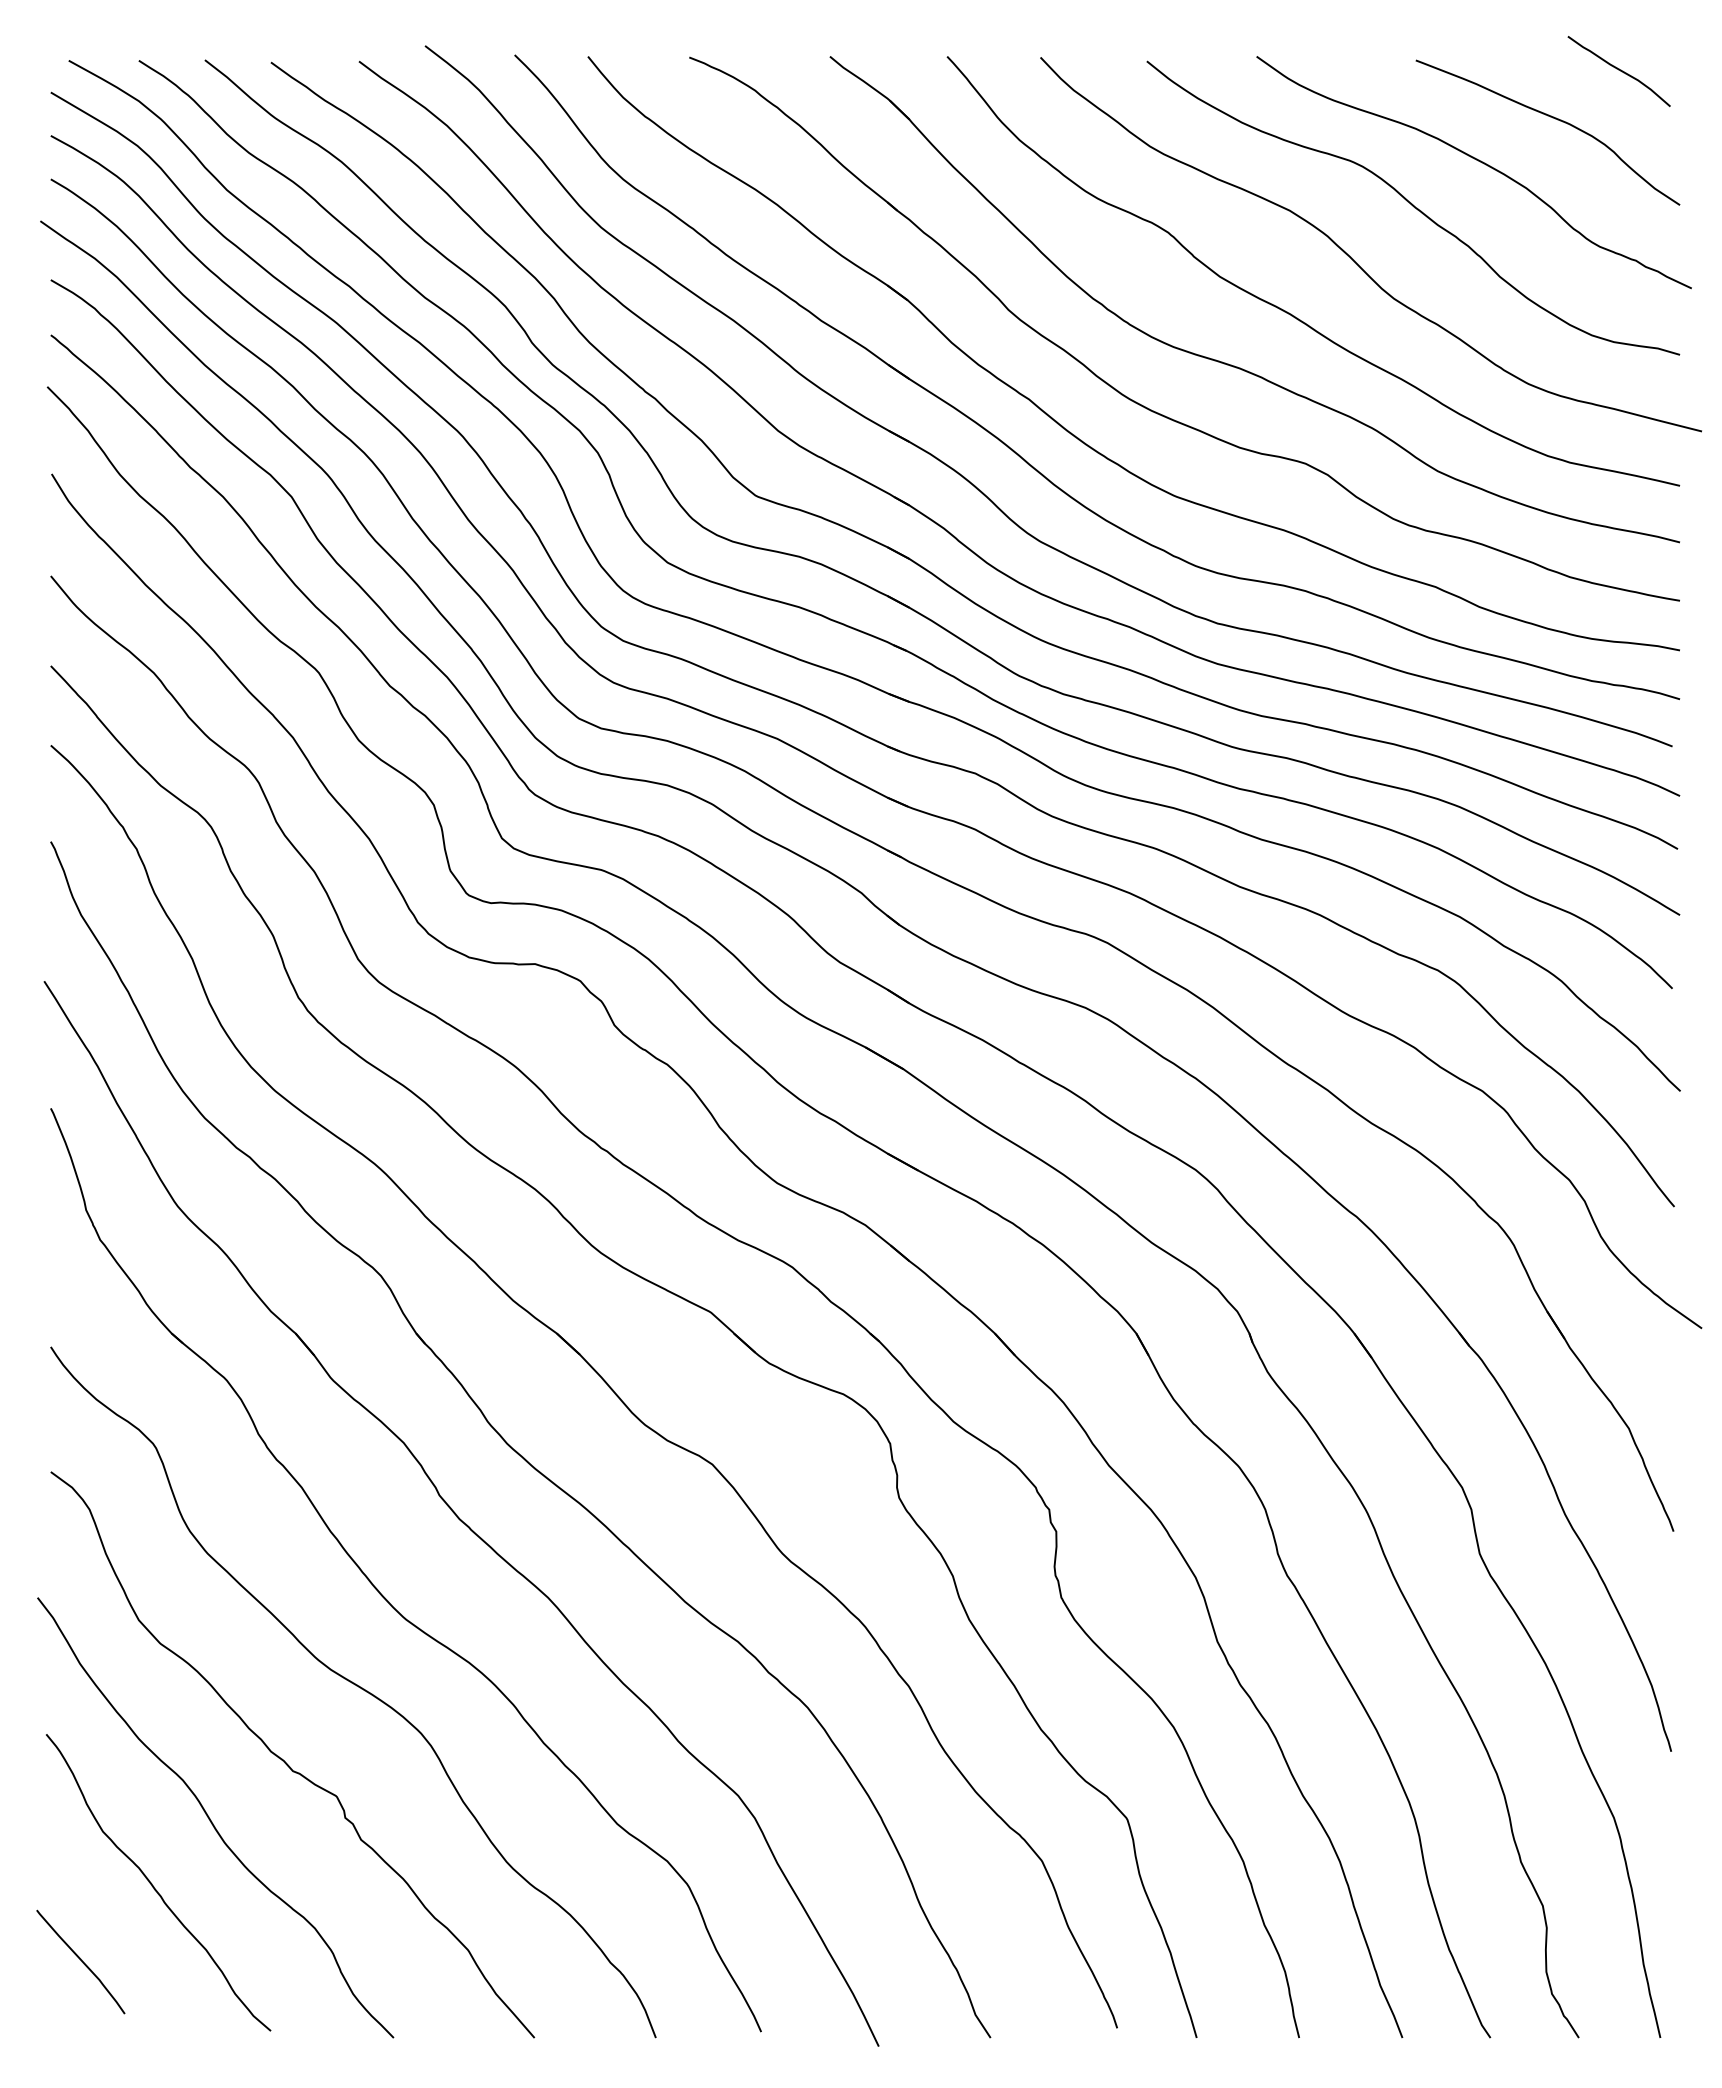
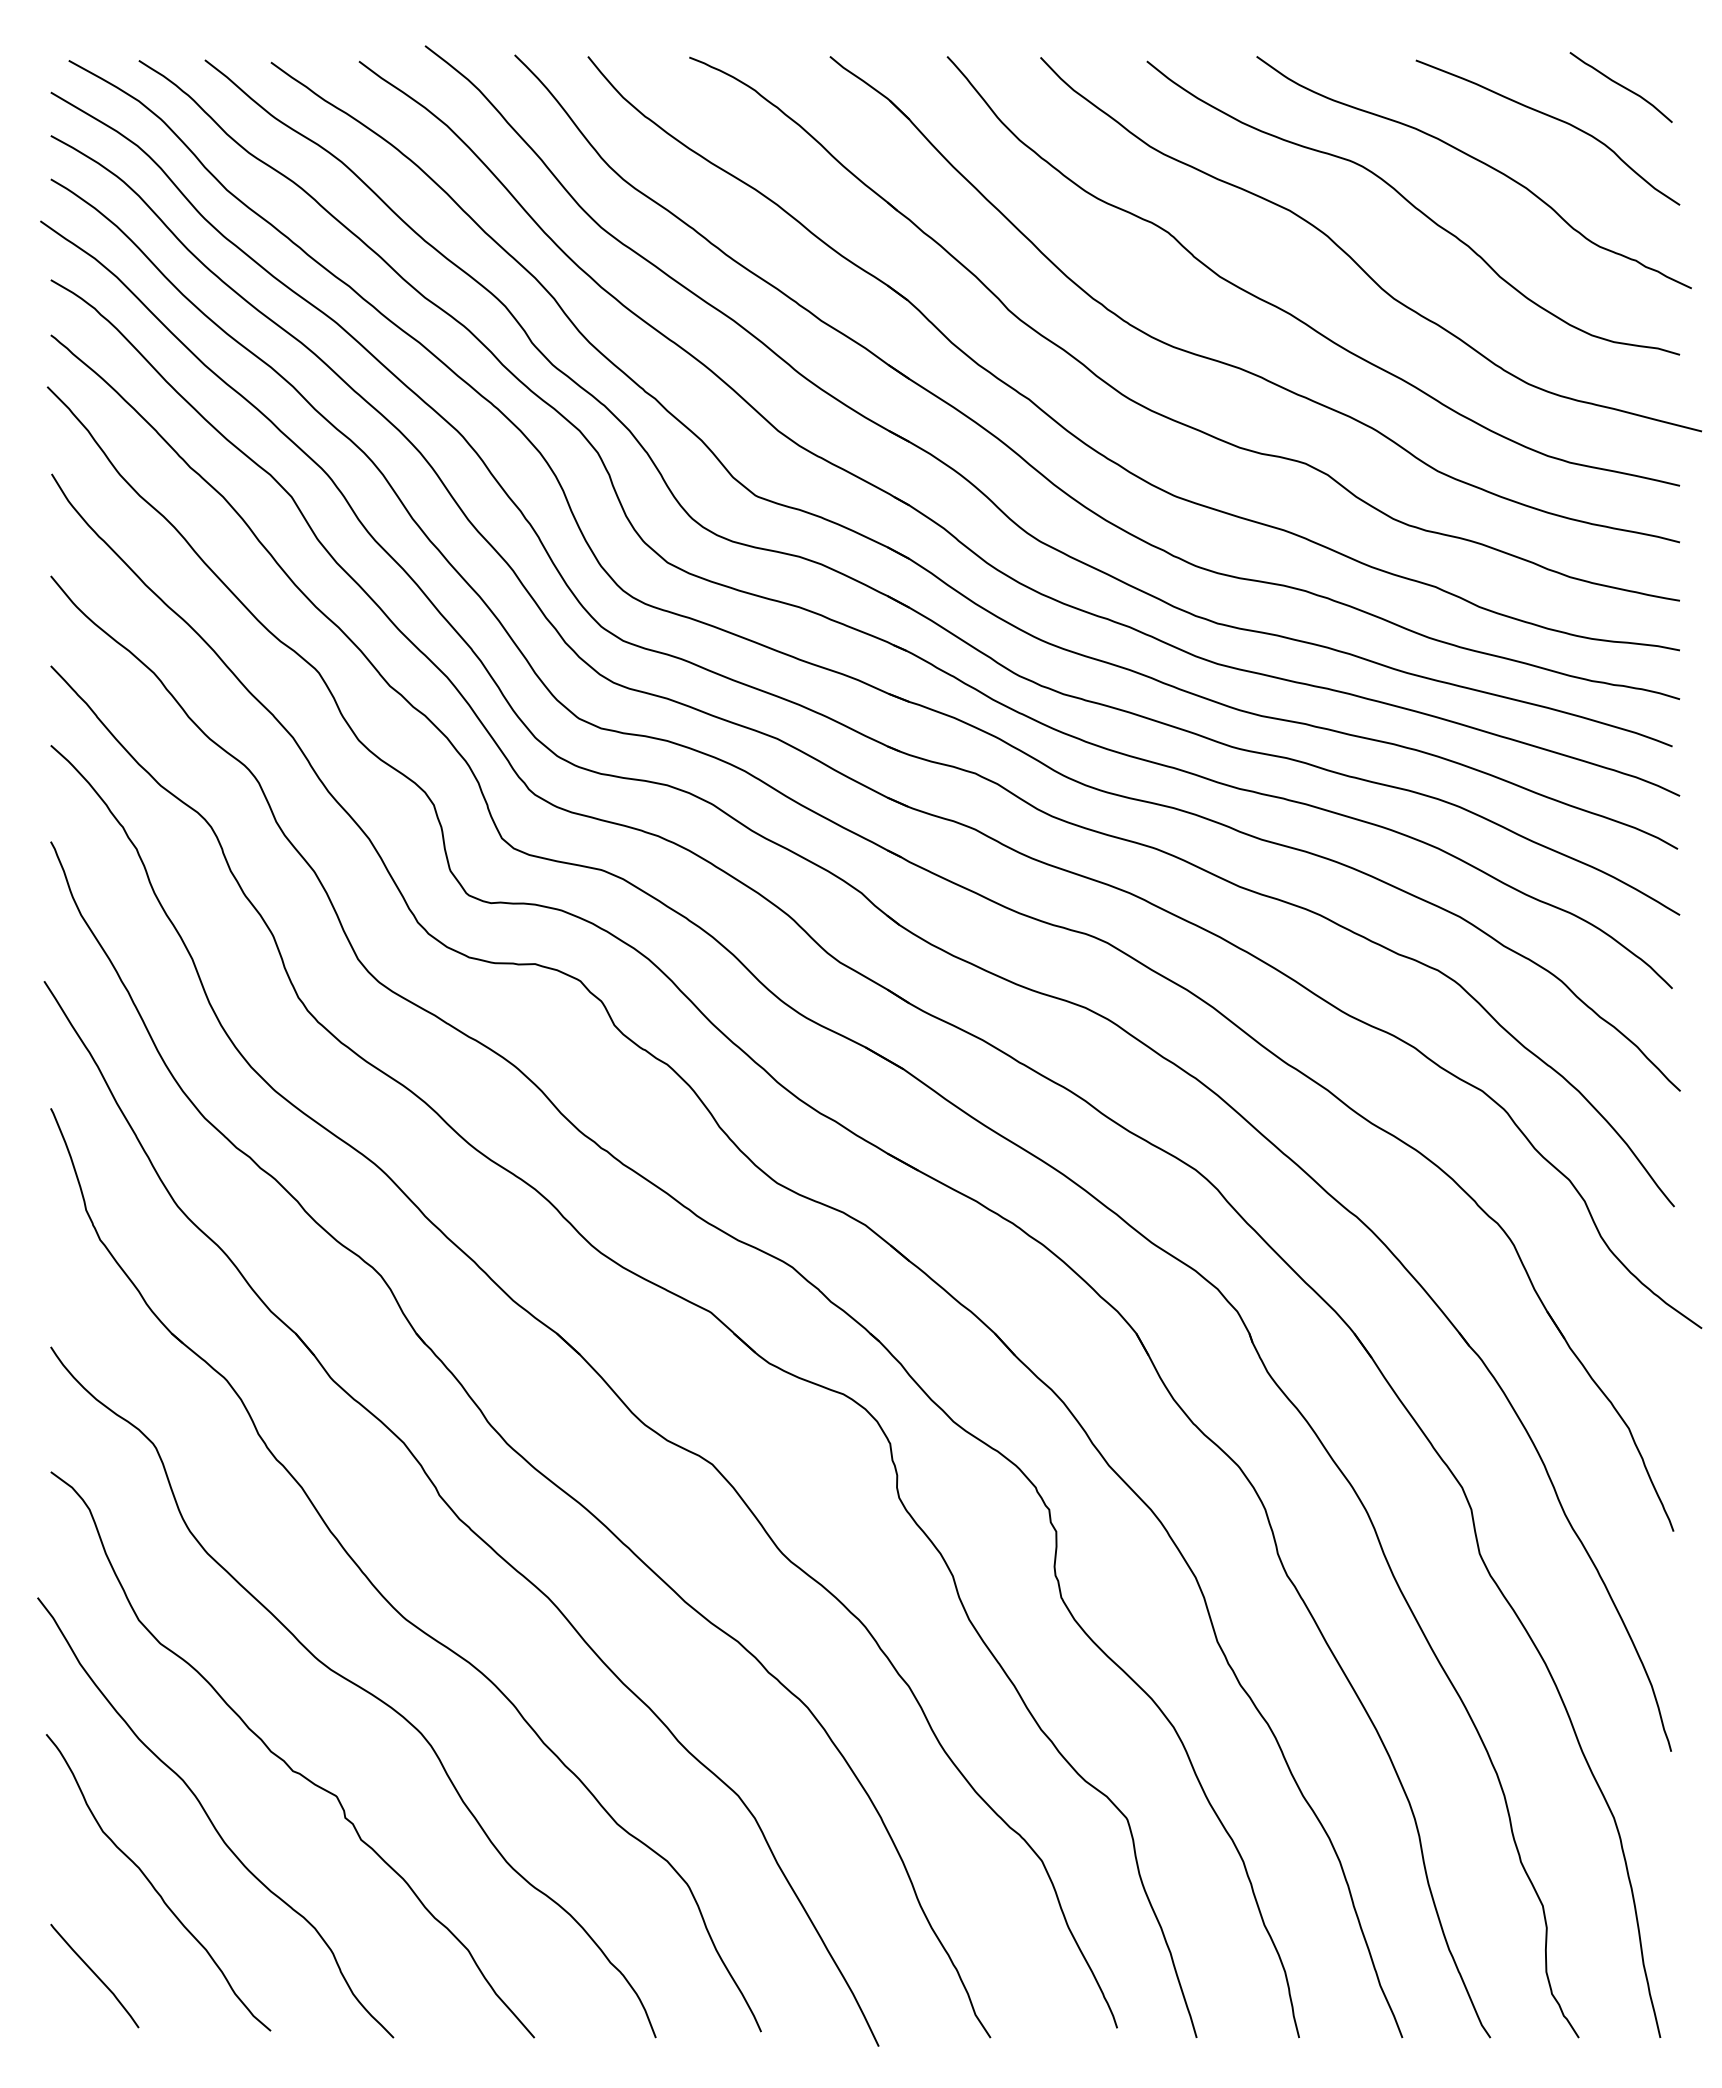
curve at (1618, 70) position: (1618, 70) -> (1620, 86)
curve at (80, 1960) position: (80, 1960) -> (94, 1974)
